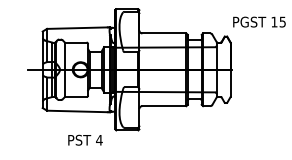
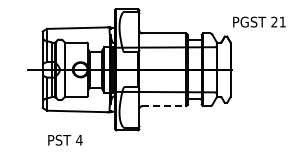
text at (278, 21): 15 -> 21
line at (164, 106): solid -> dashed
text at (85, 139) position: (85, 139) -> (65, 139)
